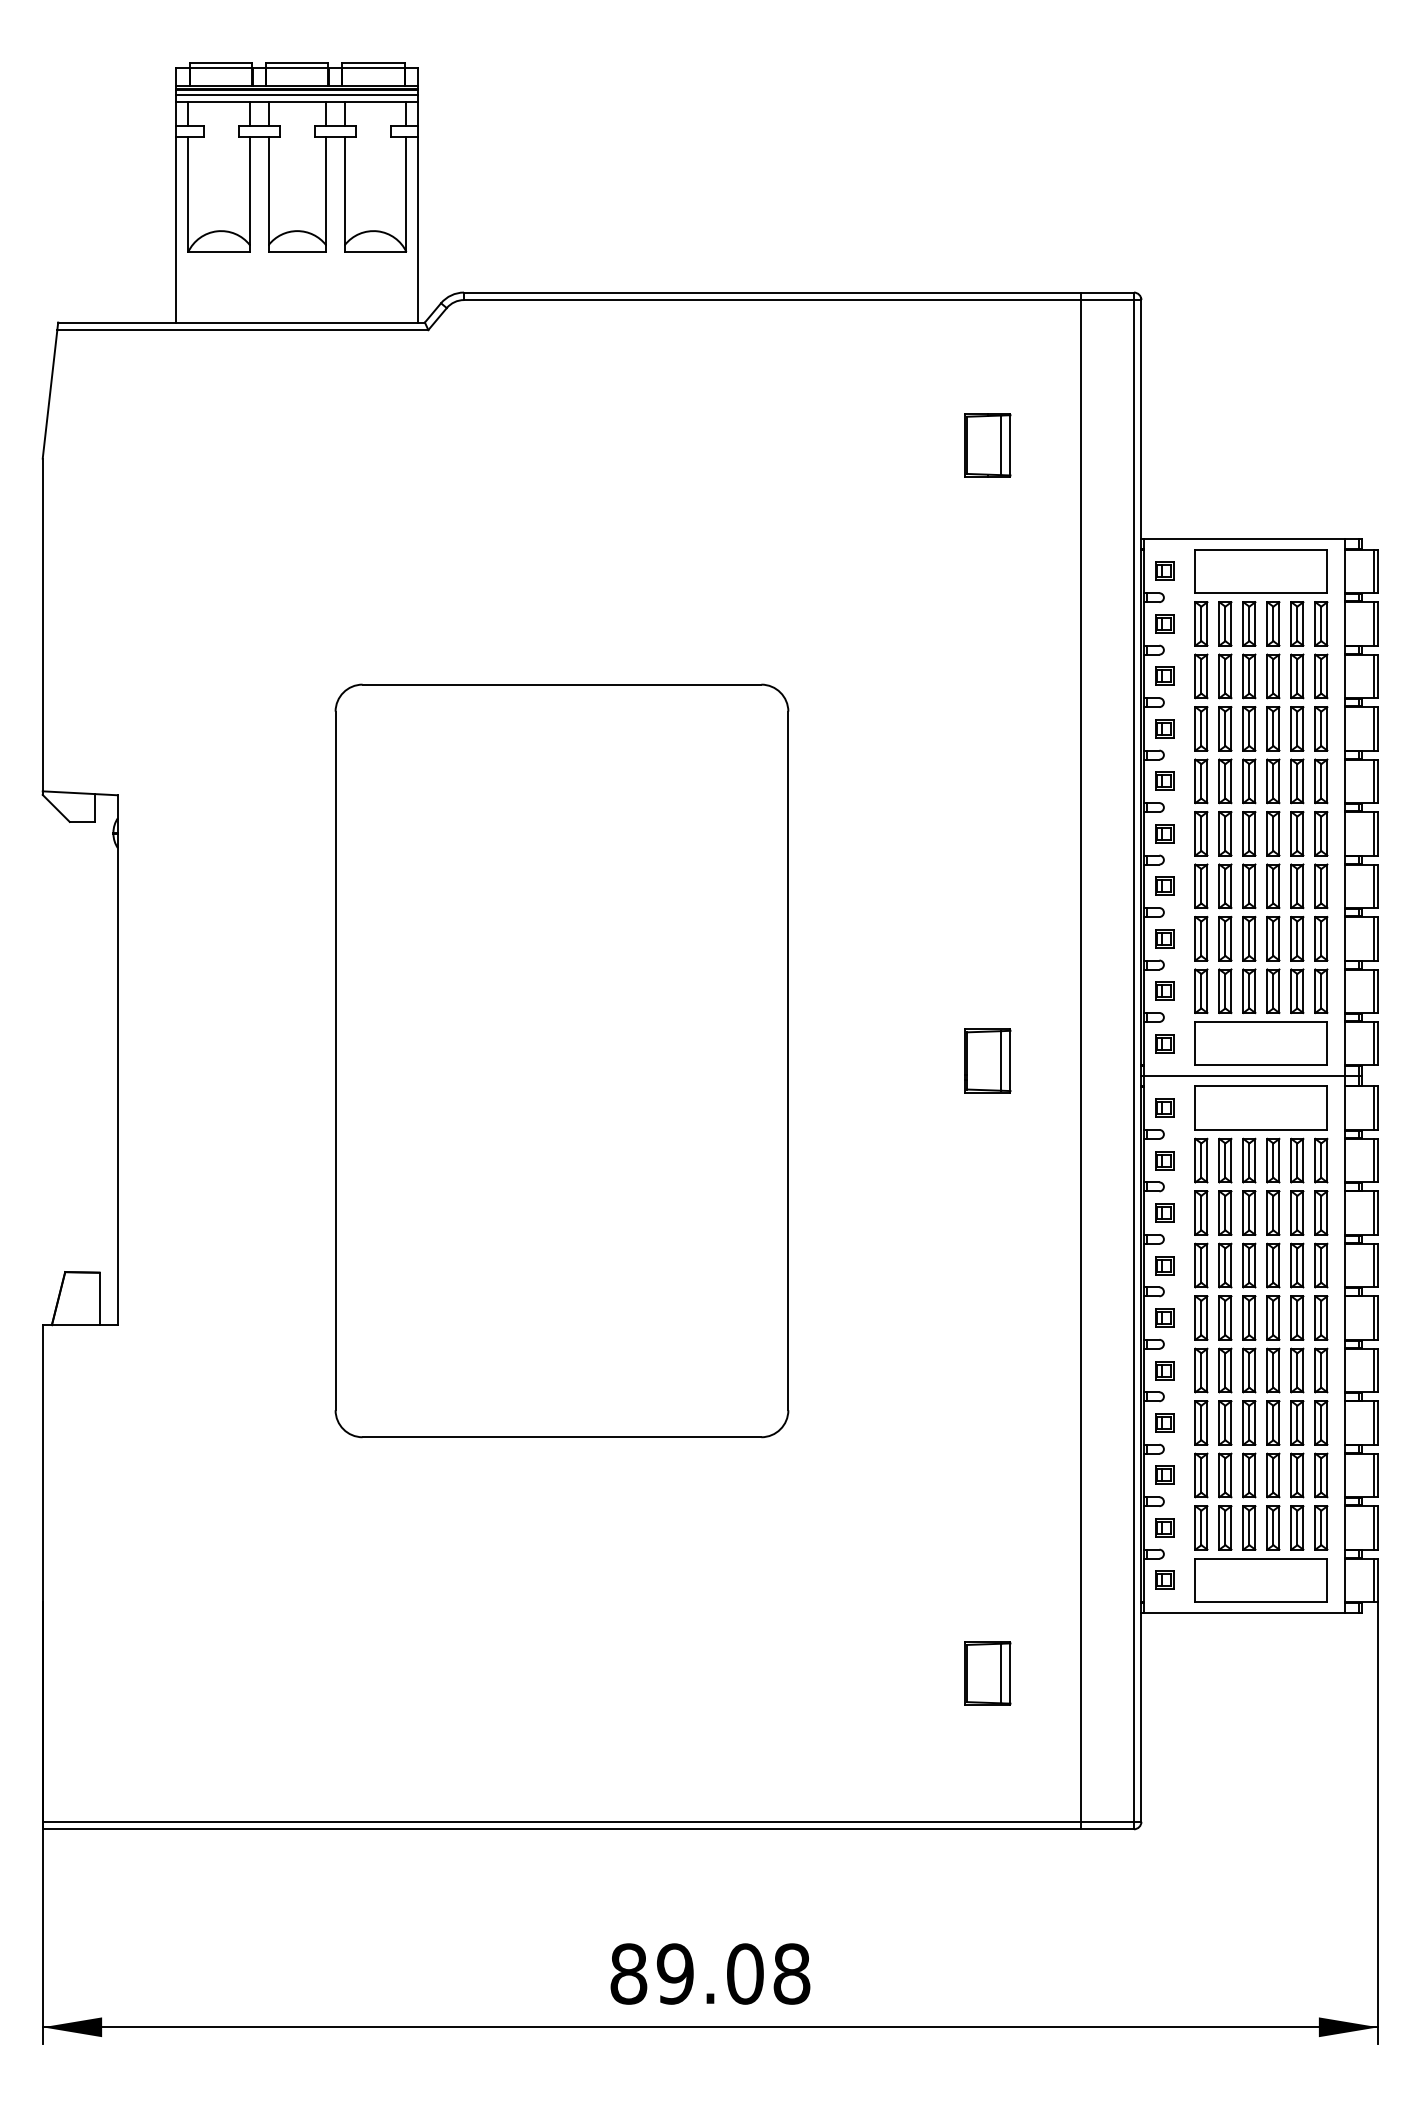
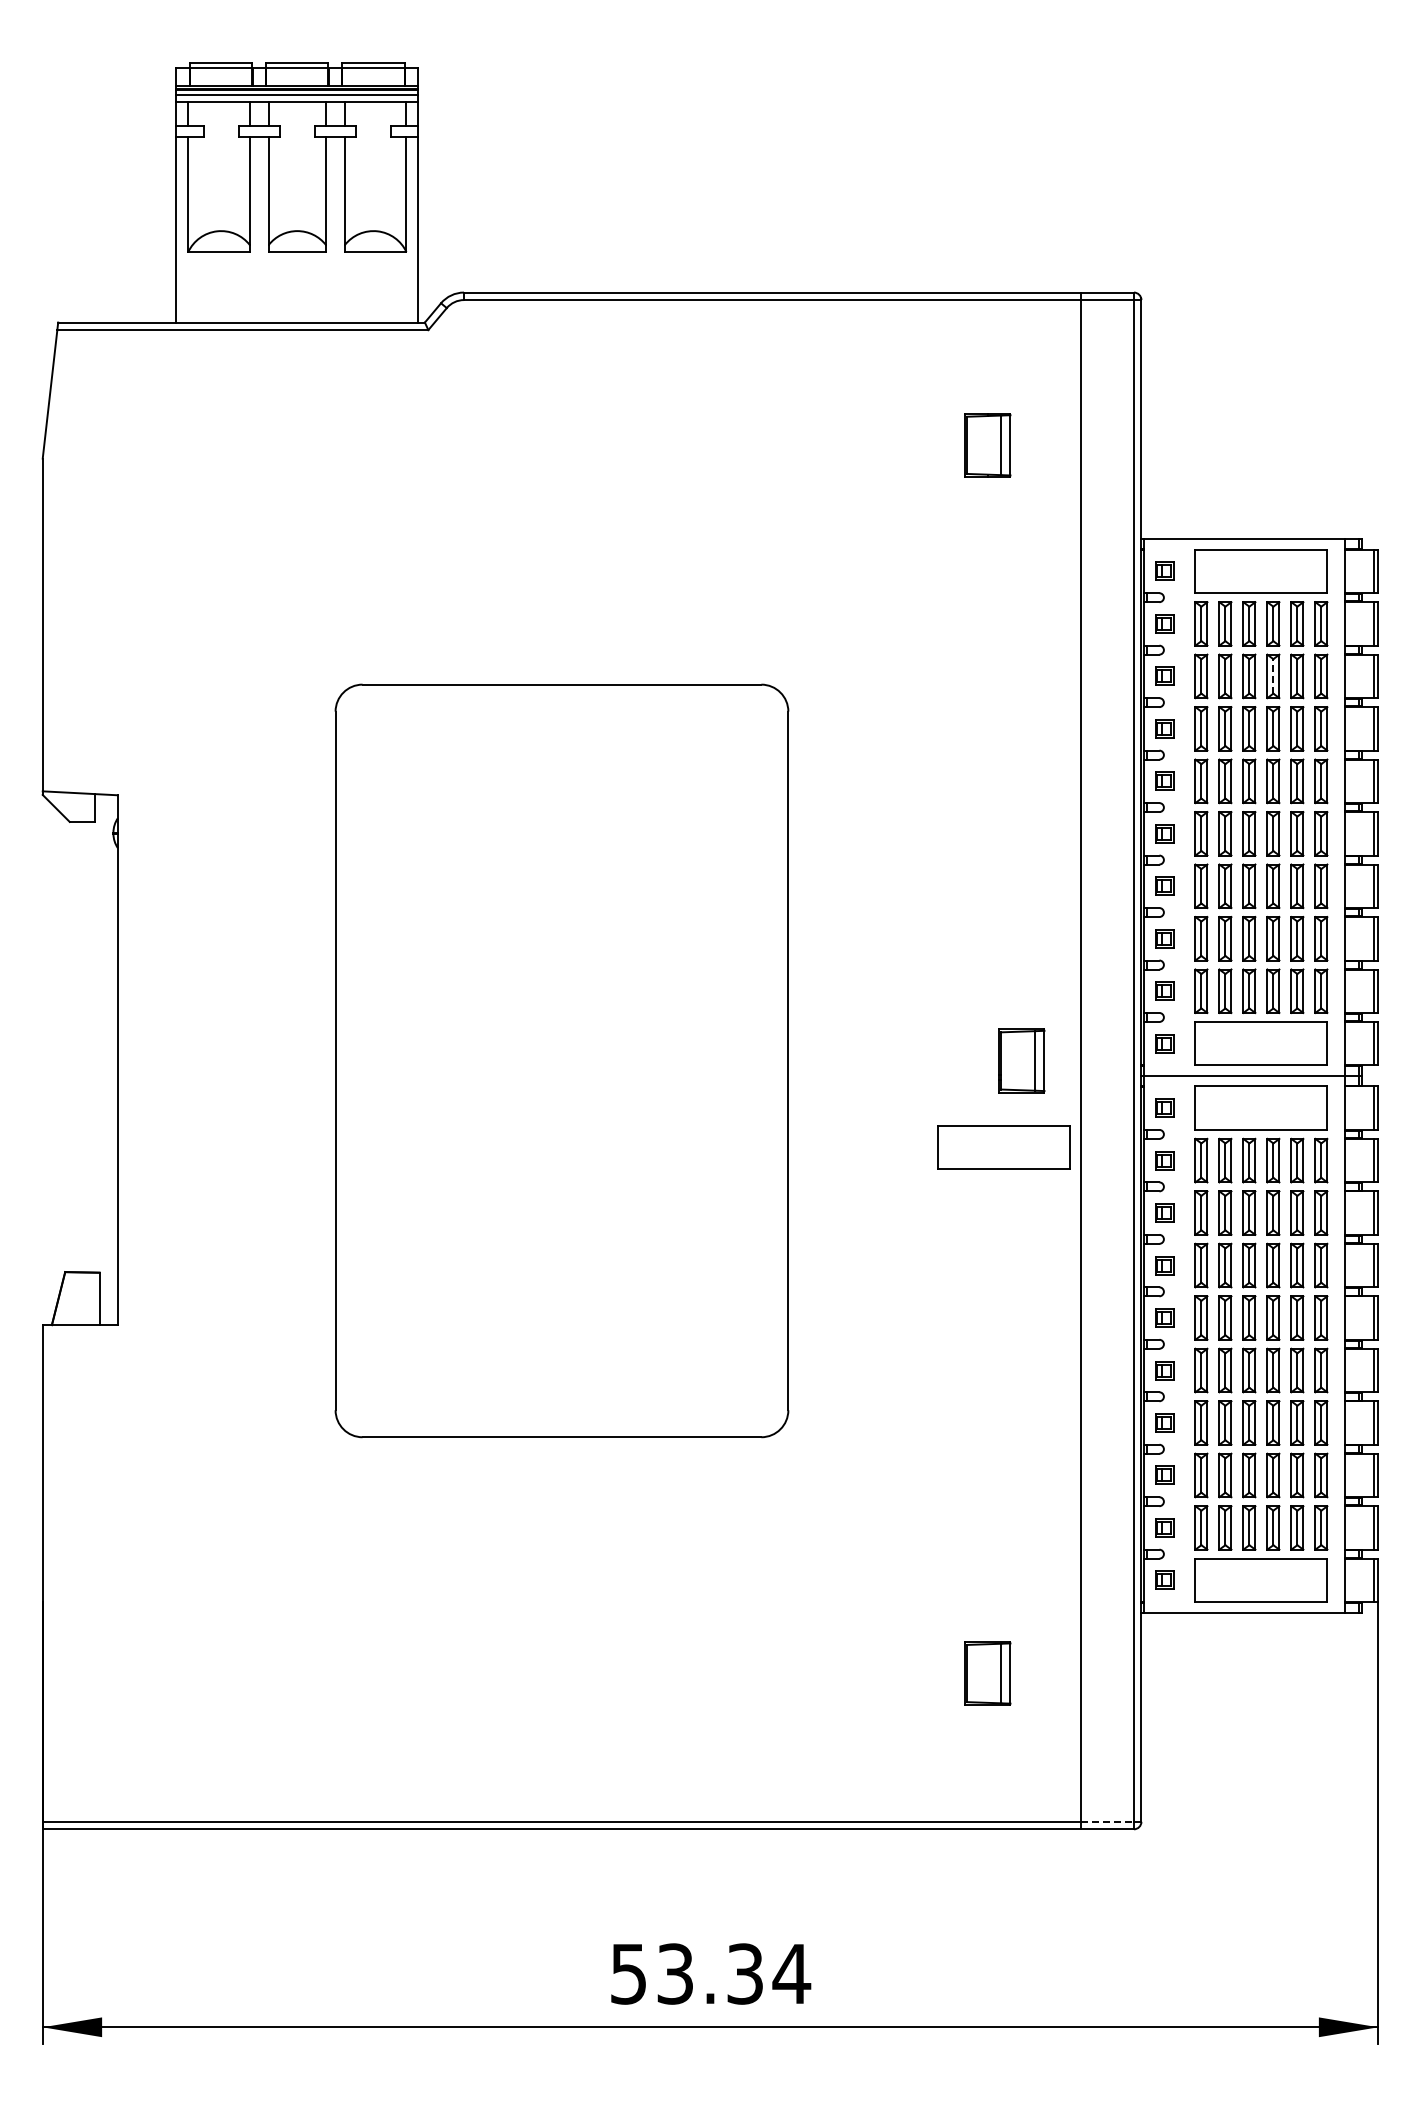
line at (1273, 675): solid -> dashed
part at (987, 1060) position: (987, 1060) -> (1021, 1060)
part at (1003, 1147): none -> present
line at (1108, 1821): solid -> dashed
text at (710, 1973): 89.08 -> 53.34
